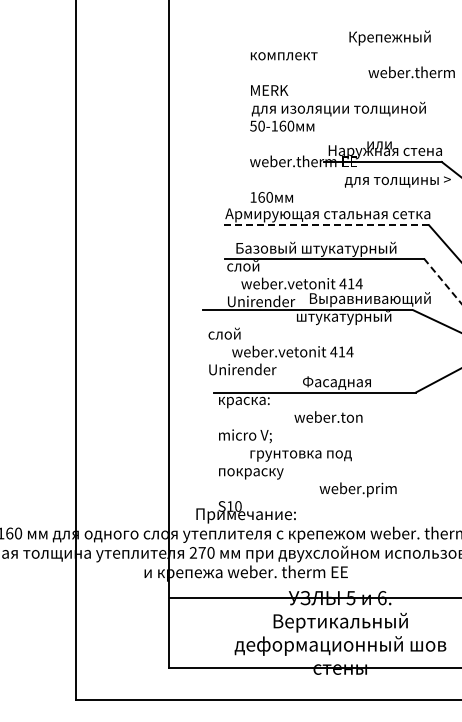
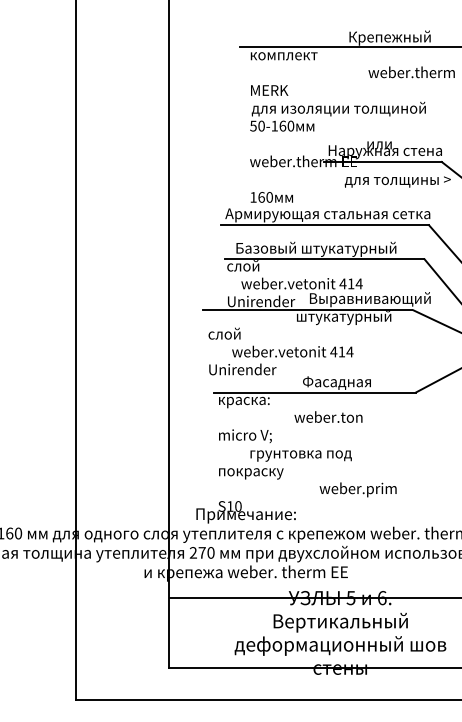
line at (349, 47): none -> present
line at (324, 225): dashed -> solid
line at (443, 281): dashed -> solid
